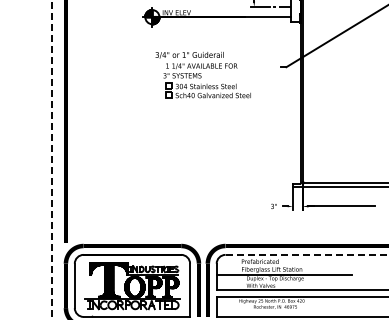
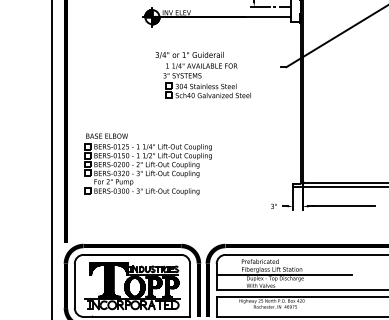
line at (51, 160): dashed -> solid
part at (147, 164): none -> present
line at (307, 254): dashed -> solid
